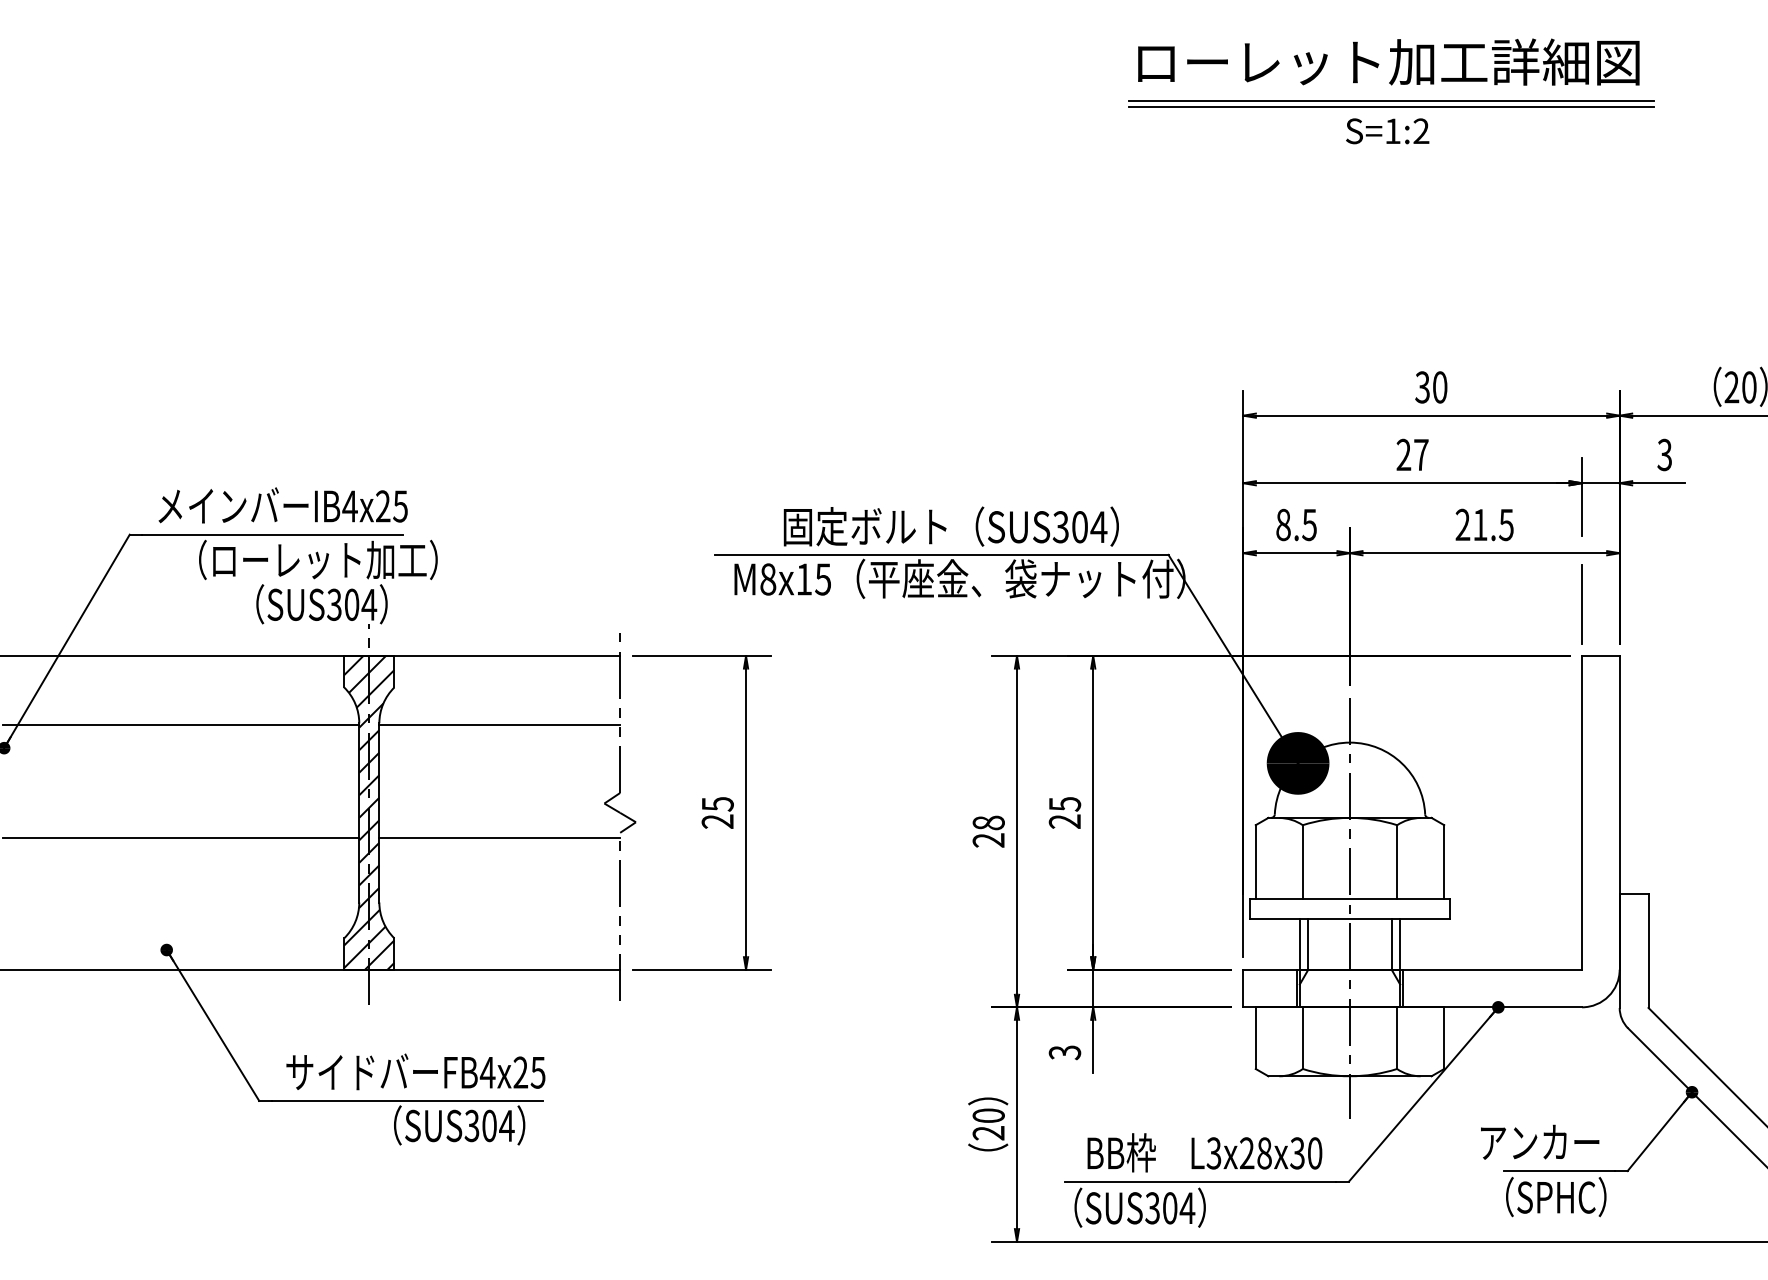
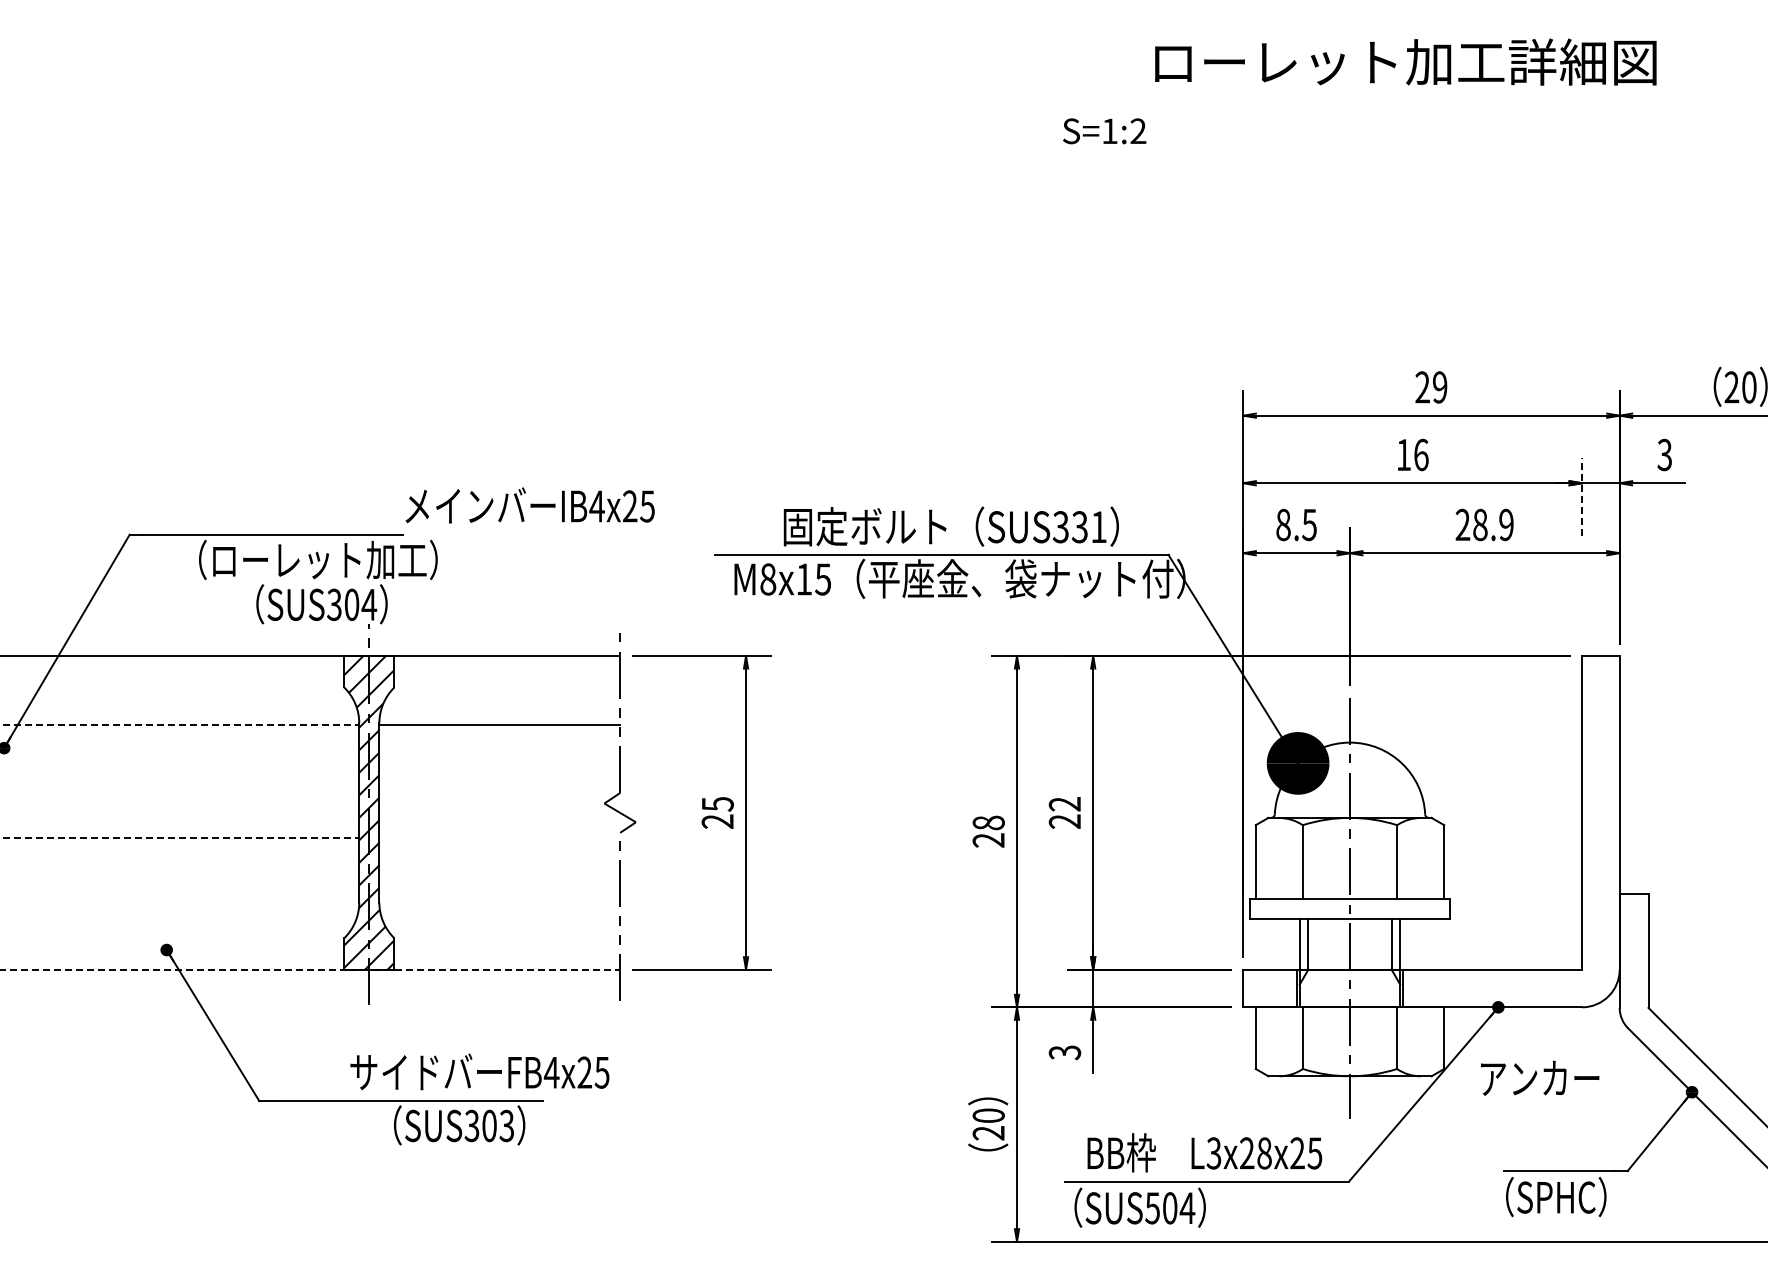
text at (1388, 61) position: (1388, 61) -> (1405, 61)
line at (1391, 101): present -> none
line at (1391, 107): present -> none
text at (1387, 131) position: (1387, 131) -> (1104, 131)
text at (1431, 387): 30 -> 29
text at (1412, 454): 27 -> 16
line at (1582, 496): solid -> dashed
text at (282, 505) position: (282, 505) -> (529, 505)
text at (1493, 524): 21.5 -> 28.9
text at (1089, 527): SUS304 -> SUS331
line at (1582, 603): present -> none
line at (181, 725): solid -> dashed
text at (1064, 804): 25 -> 22
line at (181, 837): solid -> dashed
line at (499, 837): present -> none
line at (310, 969): solid -> dashed
text at (415, 1071) position: (415, 1071) -> (479, 1071)
text at (506, 1125): SUS304 -> SUS303
text at (1540, 1141) position: (1540, 1141) -> (1540, 1077)
text at (1306, 1153): L3x28x30 -> L3x28x25
text at (1152, 1207): SUS304 -> SUS504
